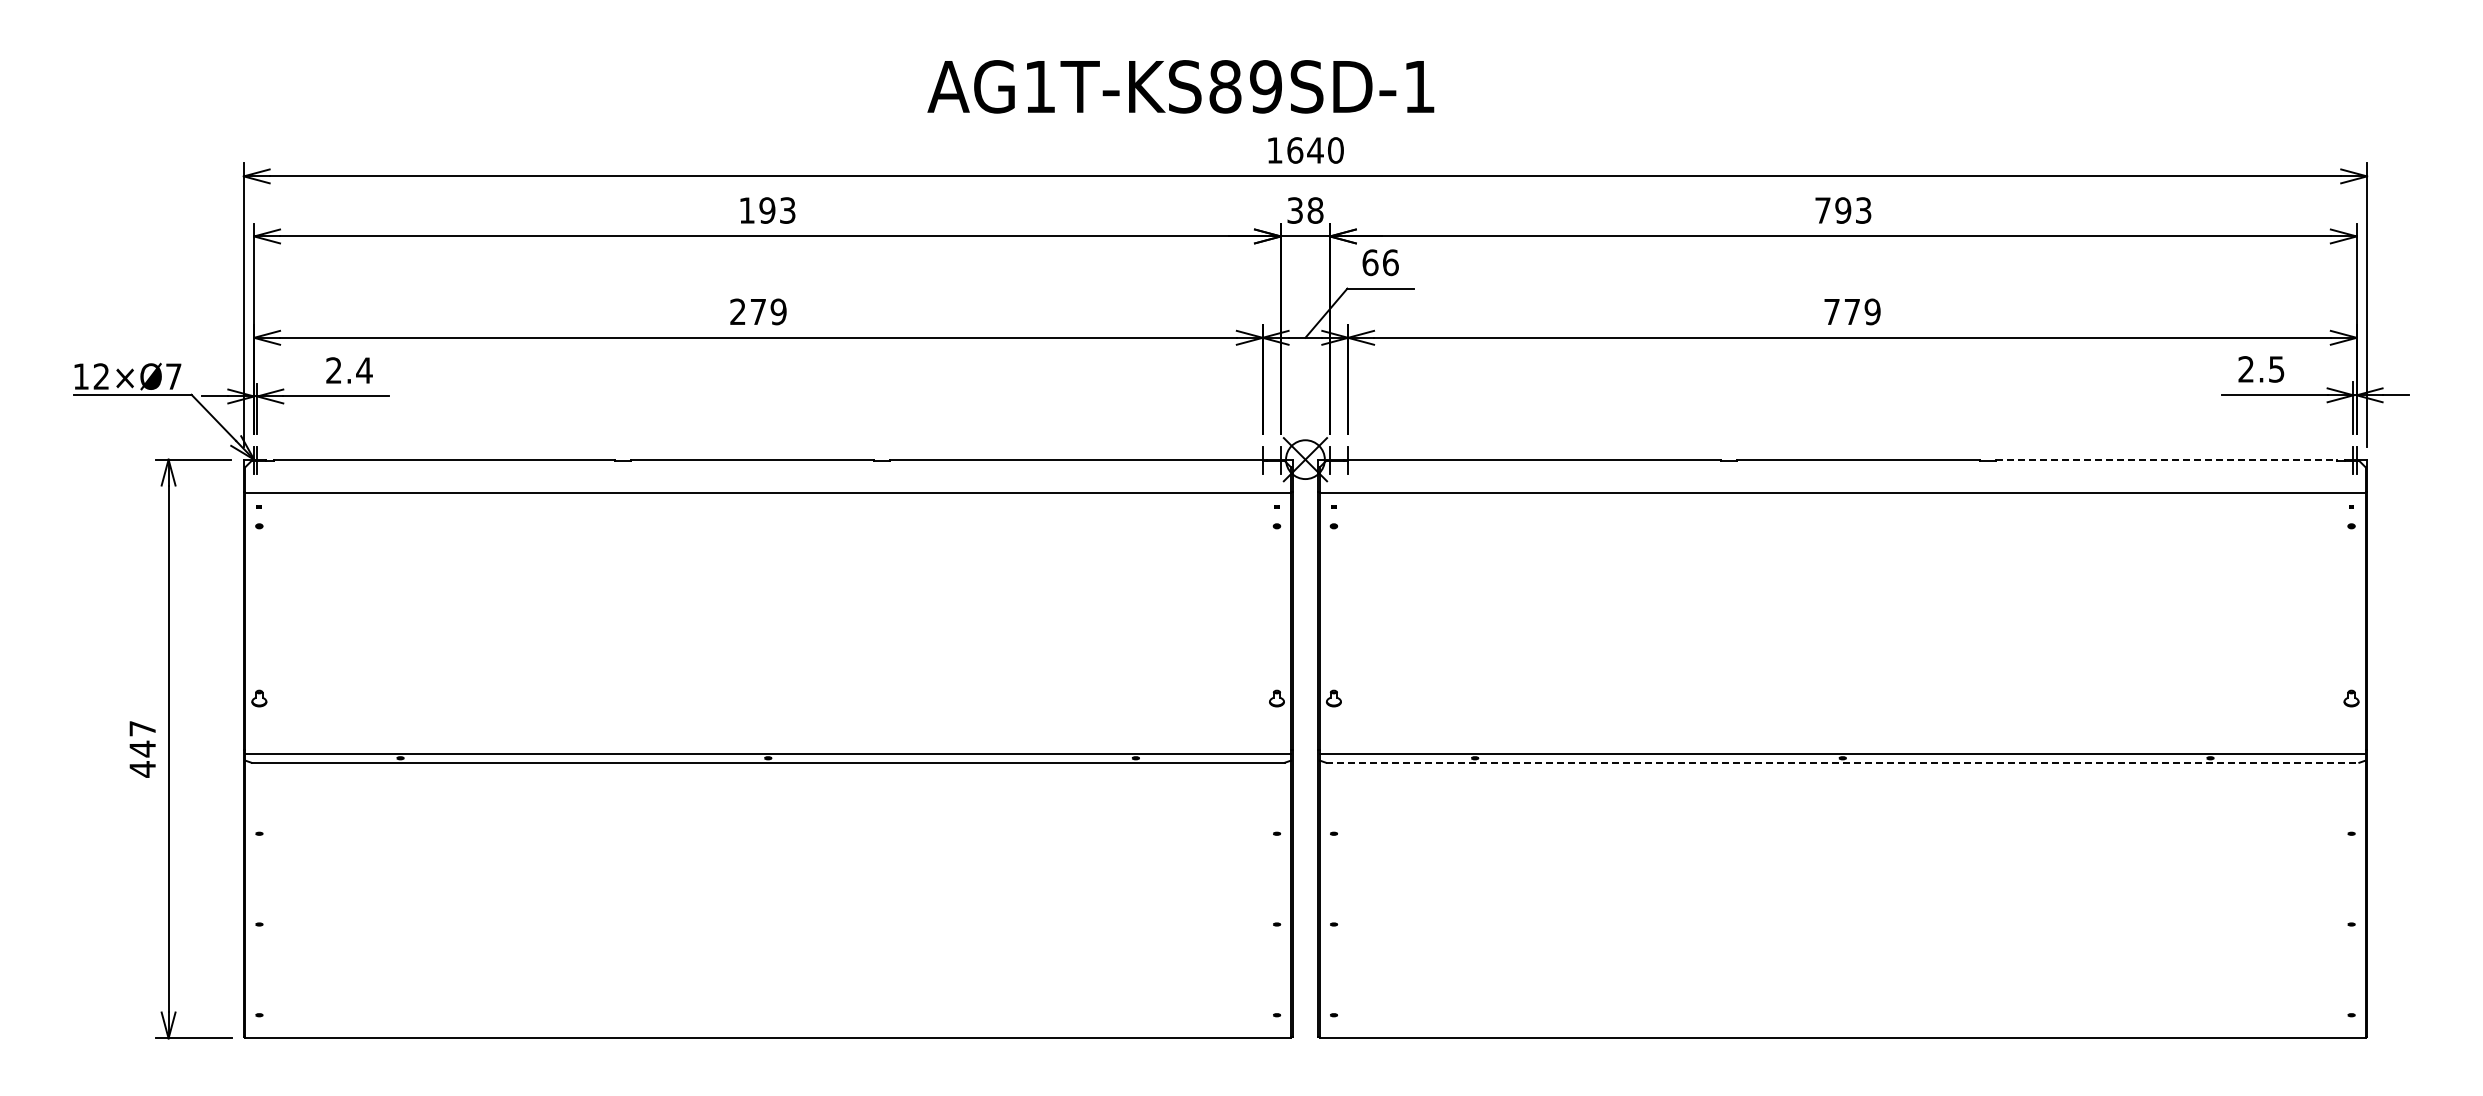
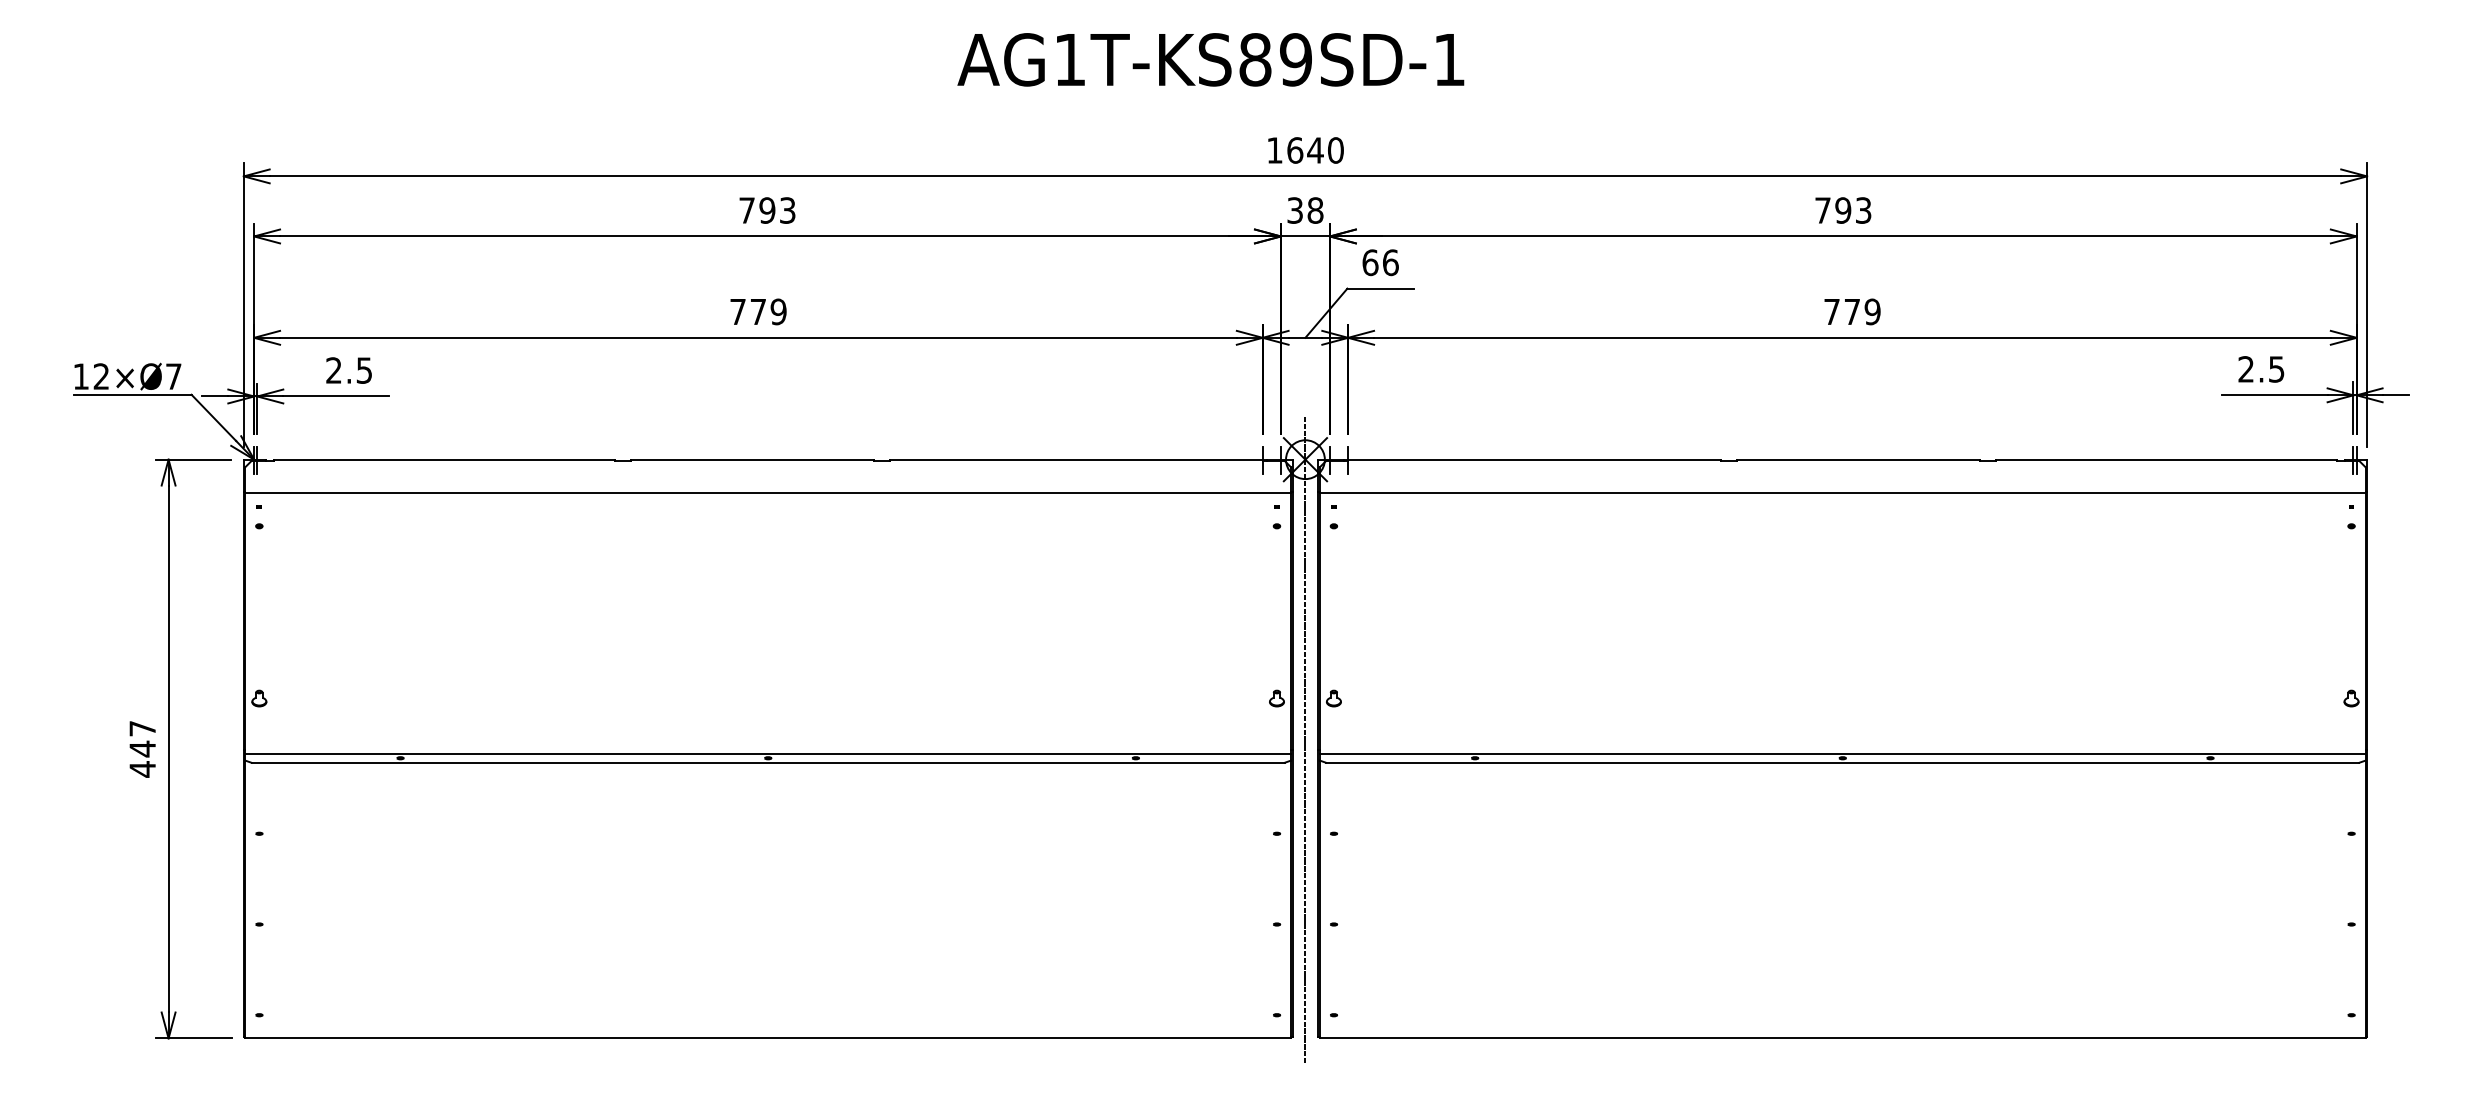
text at (1180, 86) position: (1180, 86) -> (1210, 59)
text at (746, 210): 193 -> 793
text at (737, 311): 279 -> 779
text at (364, 370): 2.4 -> 2.5
line at (2166, 459): dashed -> solid
line at (1305, 739): none -> present
line at (1842, 762): dashed -> solid
